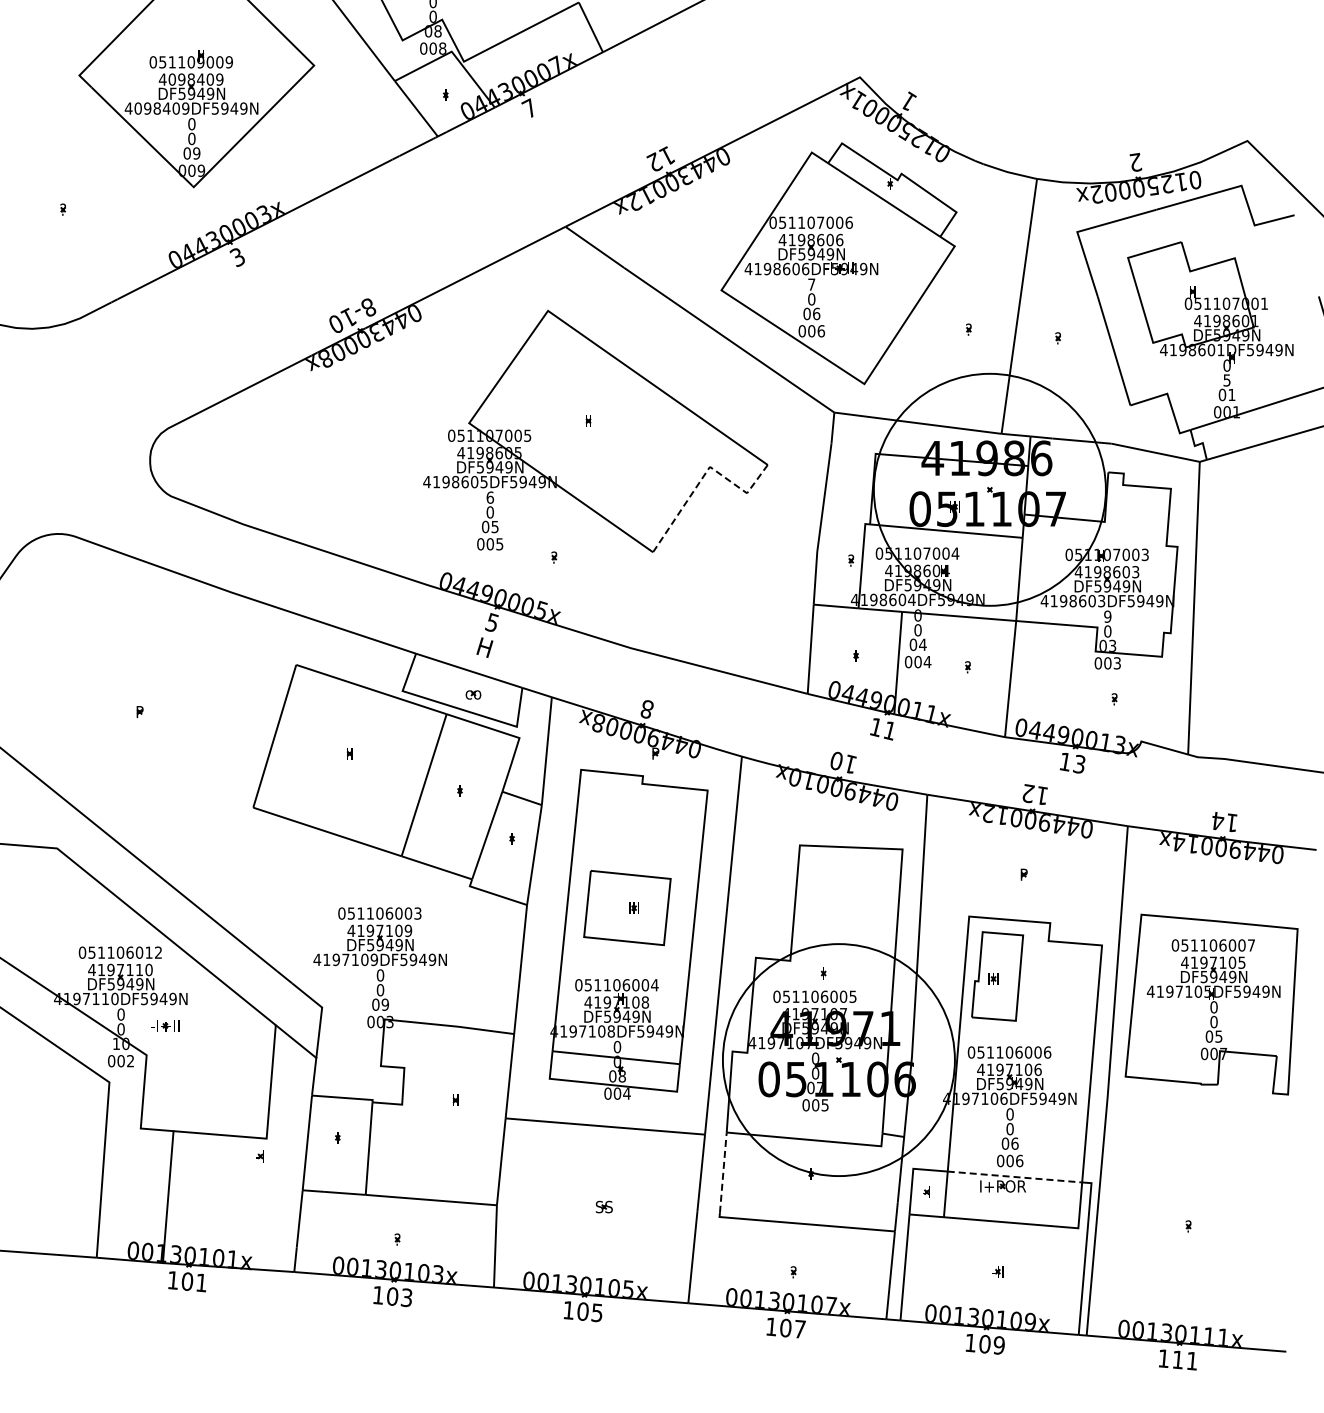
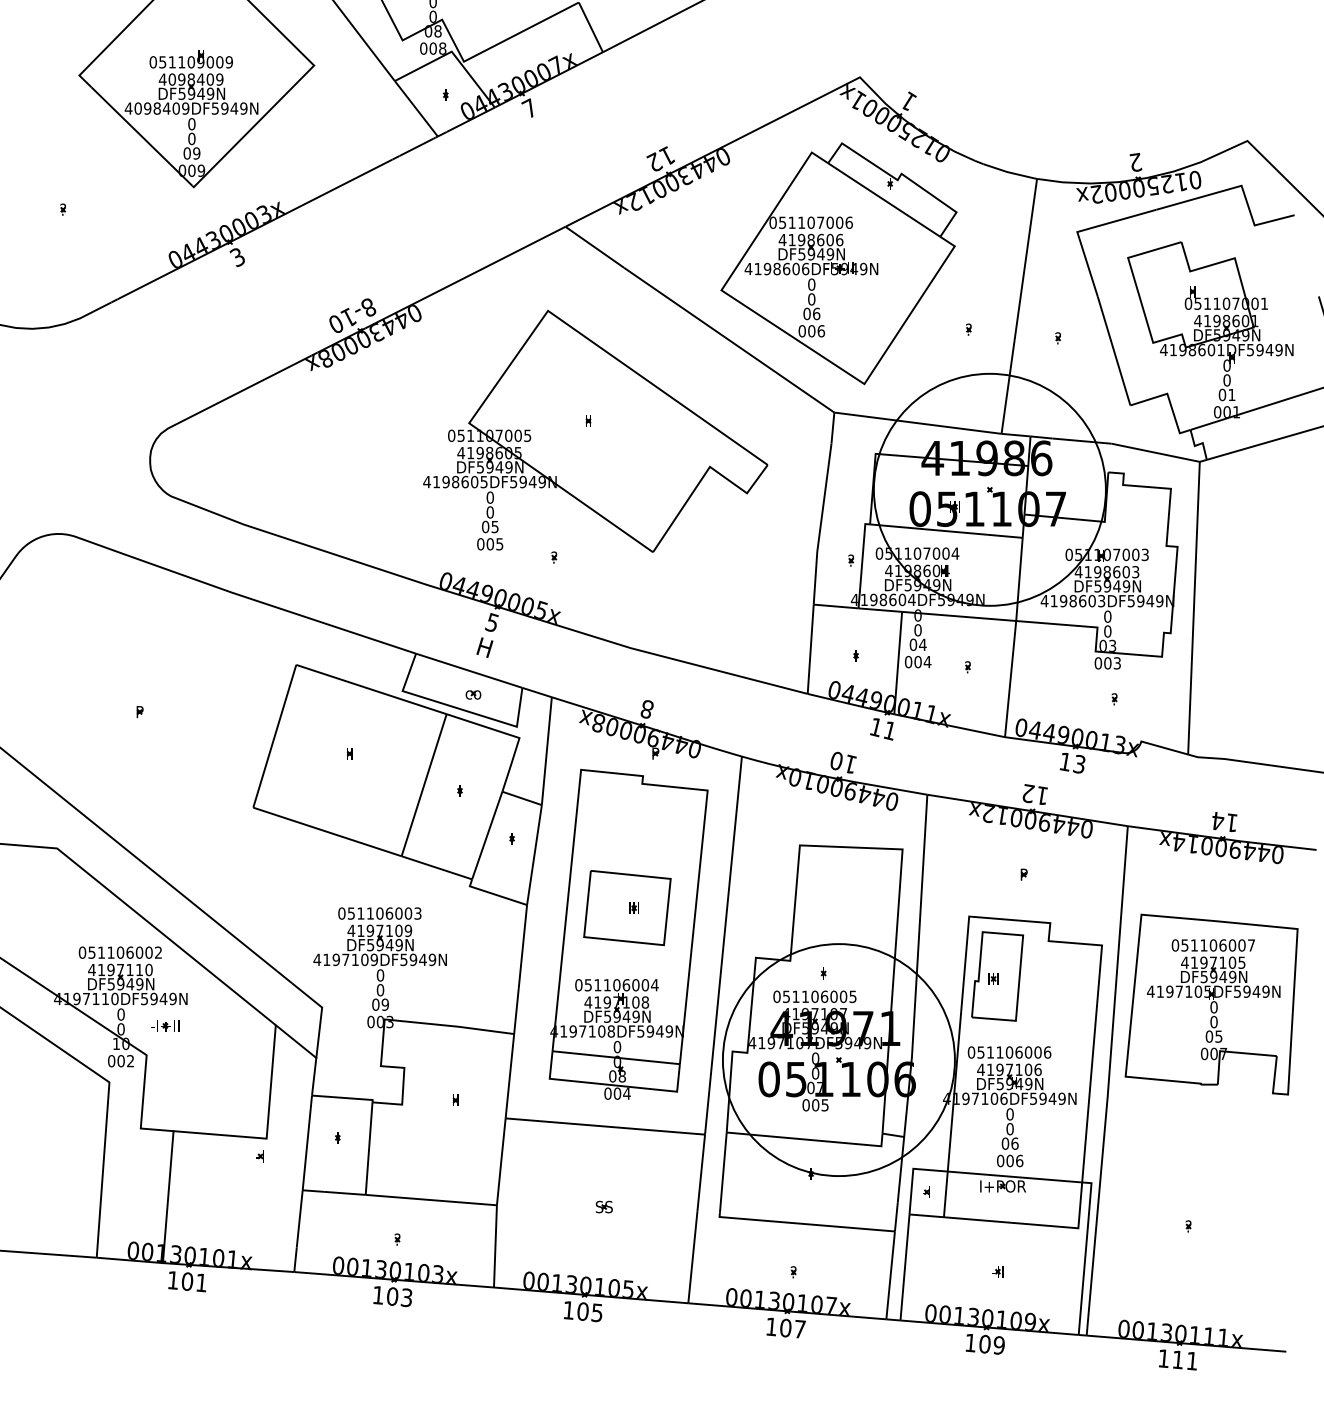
text at (811, 284): 7 -> 0
text at (1226, 380): 5 -> 0
line at (704, 475): dashed -> solid
text at (490, 497): 6 -> 0
text at (1107, 616): 9 -> 0
text at (148, 952): 051106012 -> 051106002
line at (723, 1172): dashed -> solid
line at (1015, 1177): dashed -> solid
